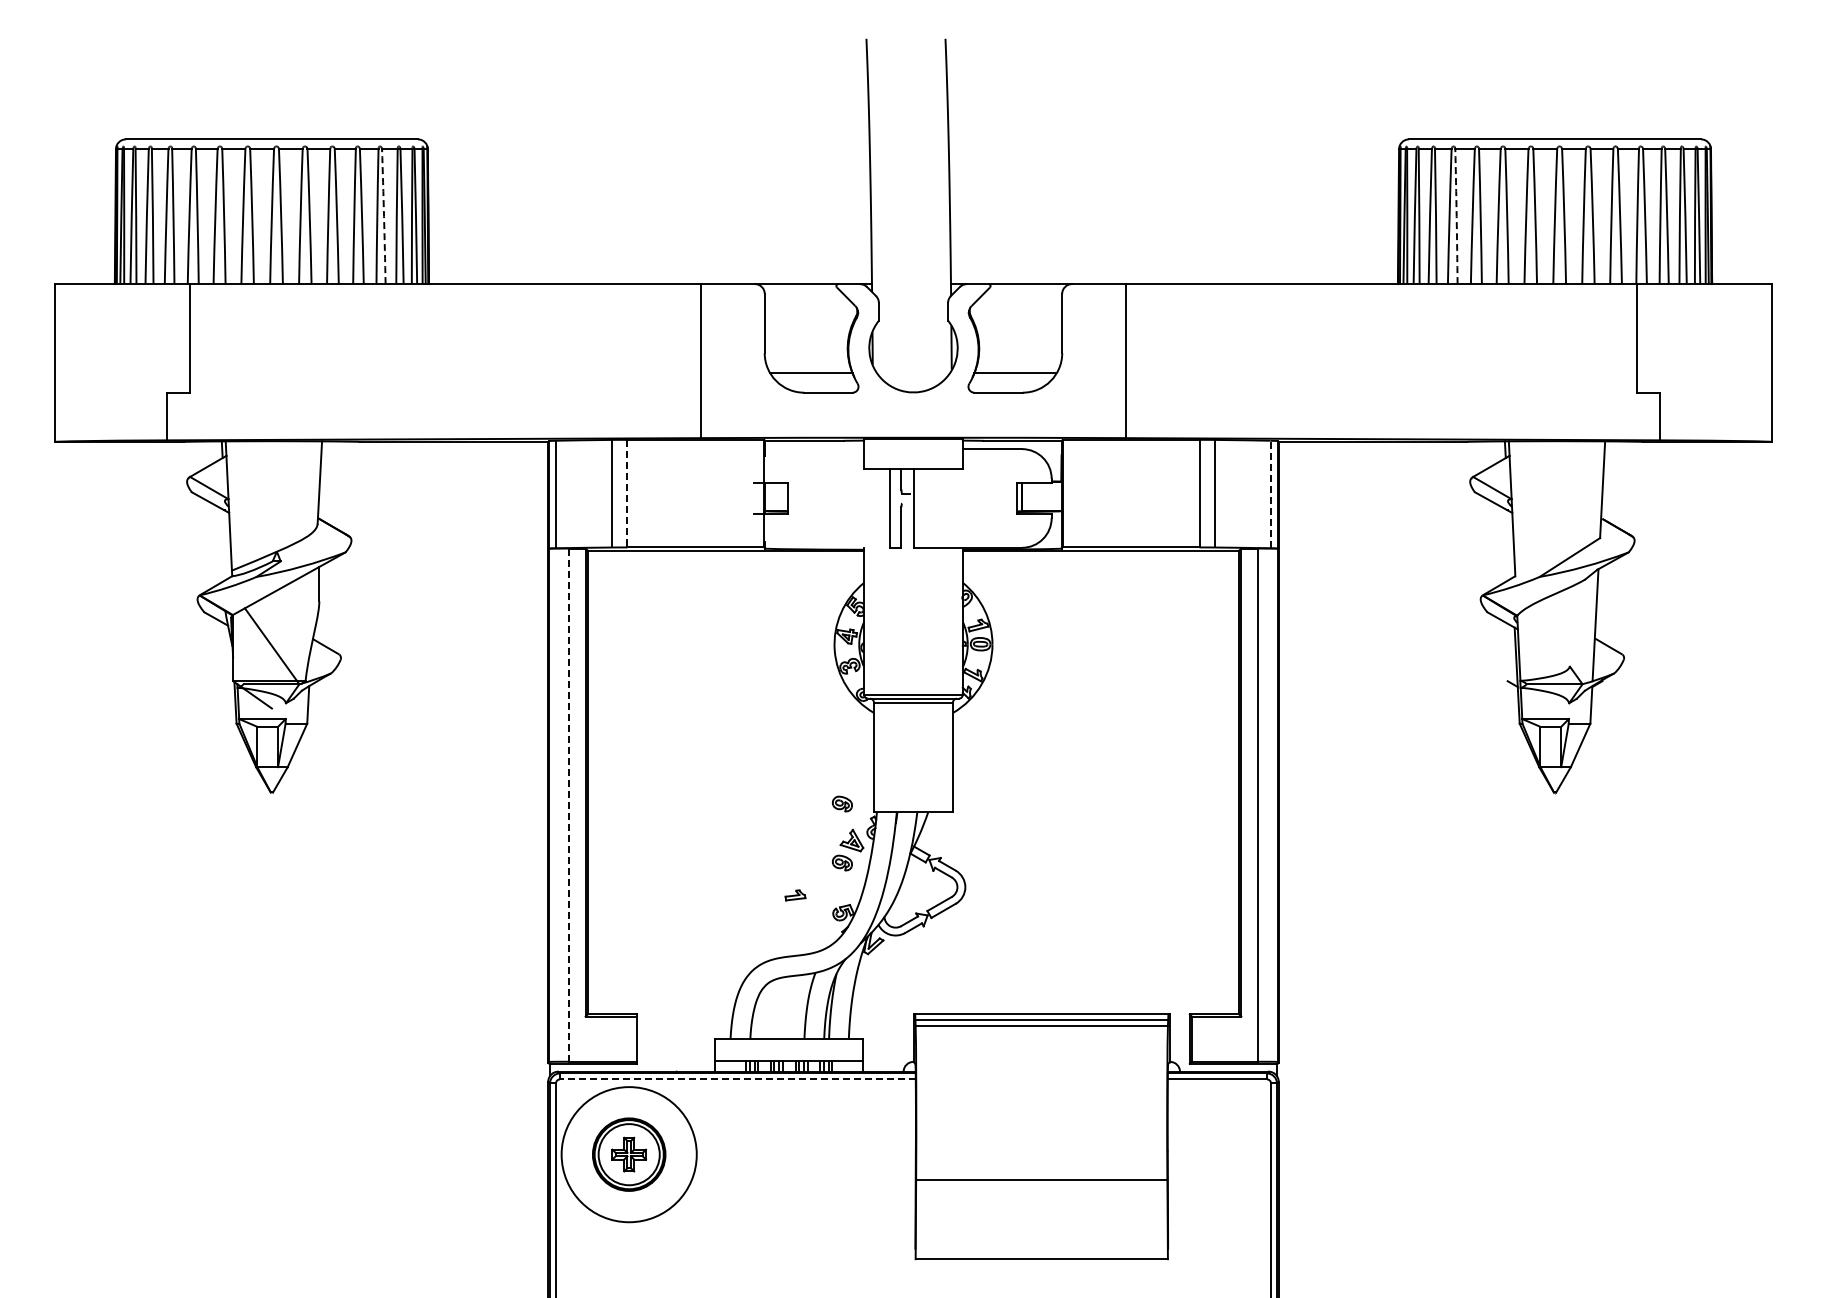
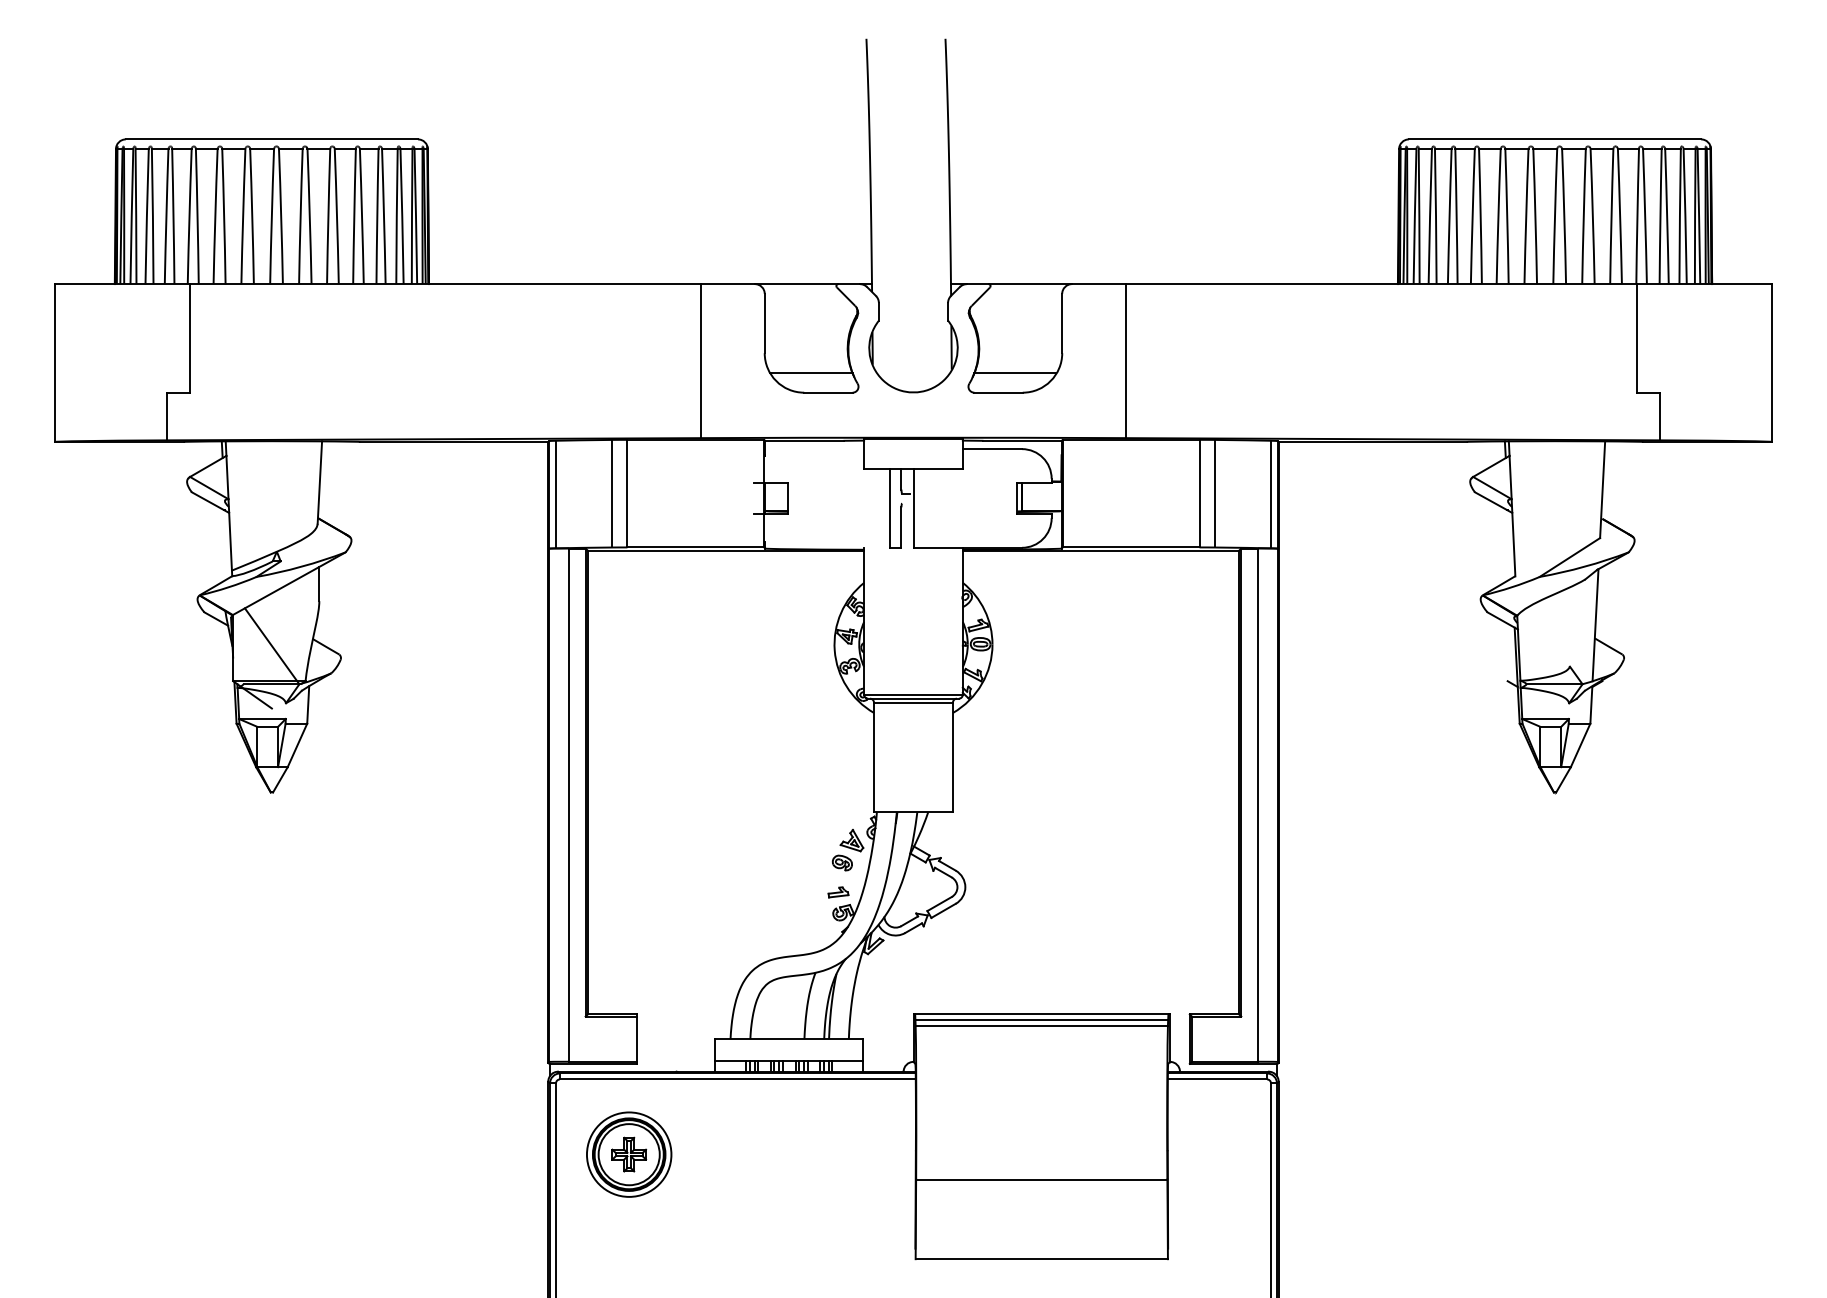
arc at (384, 216): dashed -> solid
arc at (1456, 216): dashed -> solid
line at (627, 493): dashed -> solid
line at (1270, 494): dashed -> solid
part at (841, 803): present -> none
line at (568, 805): dashed -> solid
part at (795, 895) position: (795, 895) -> (838, 892)
line at (737, 1079): dashed -> solid
circle at (628, 1154) diameter: 135 px -> 84 px
